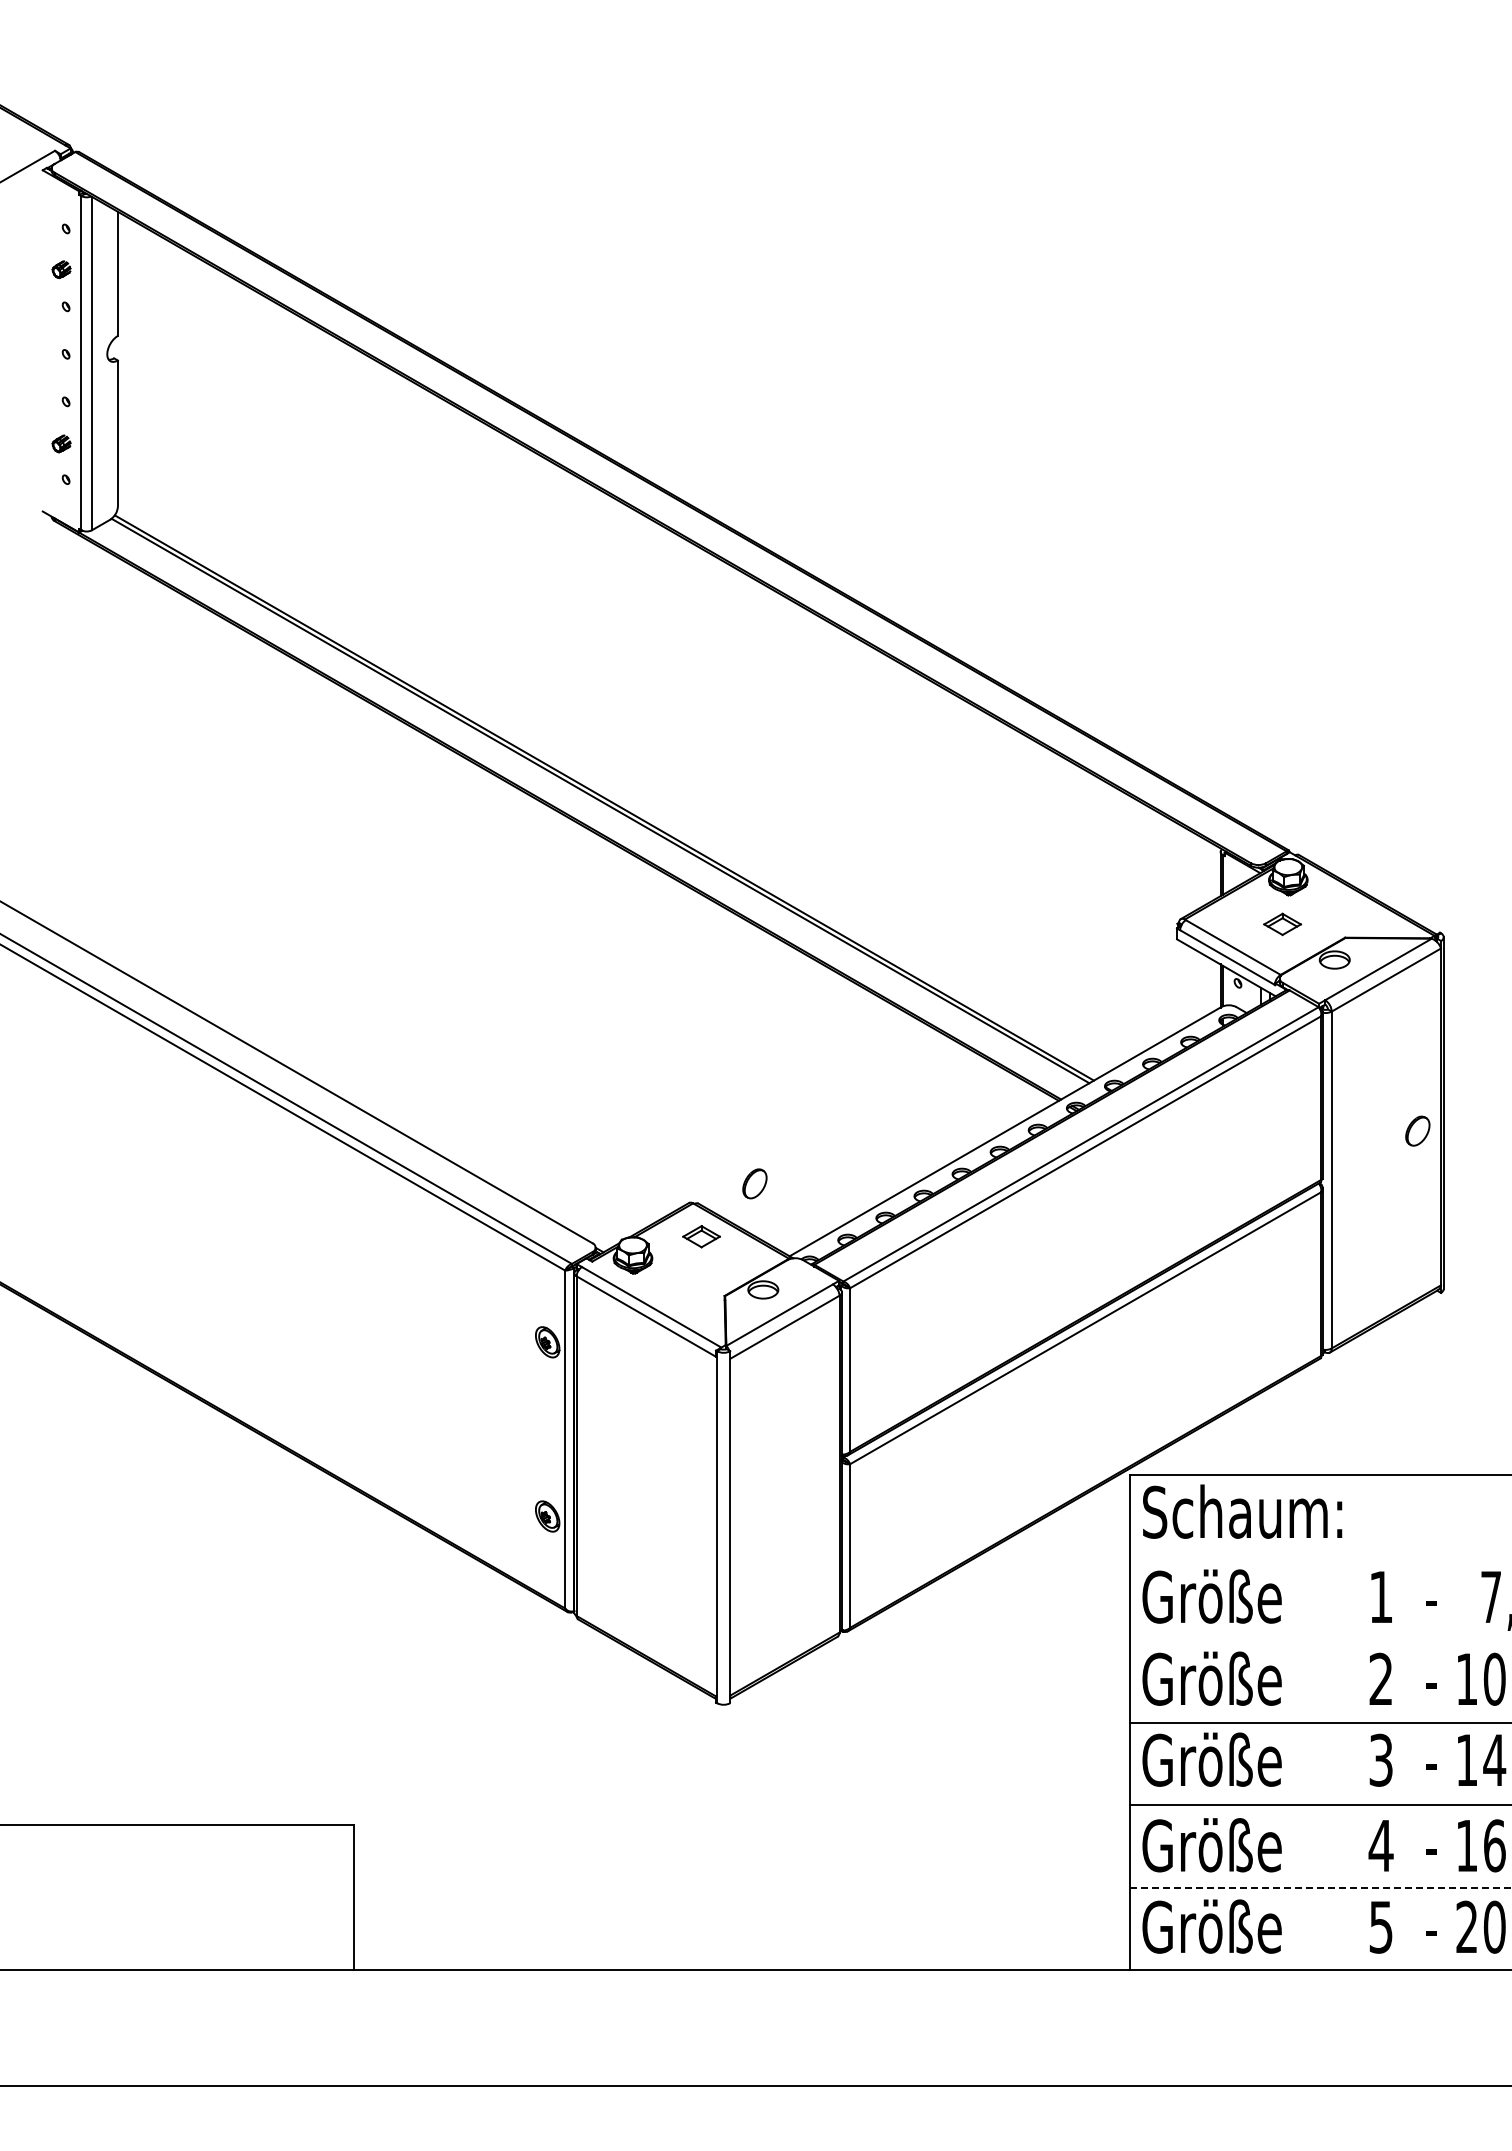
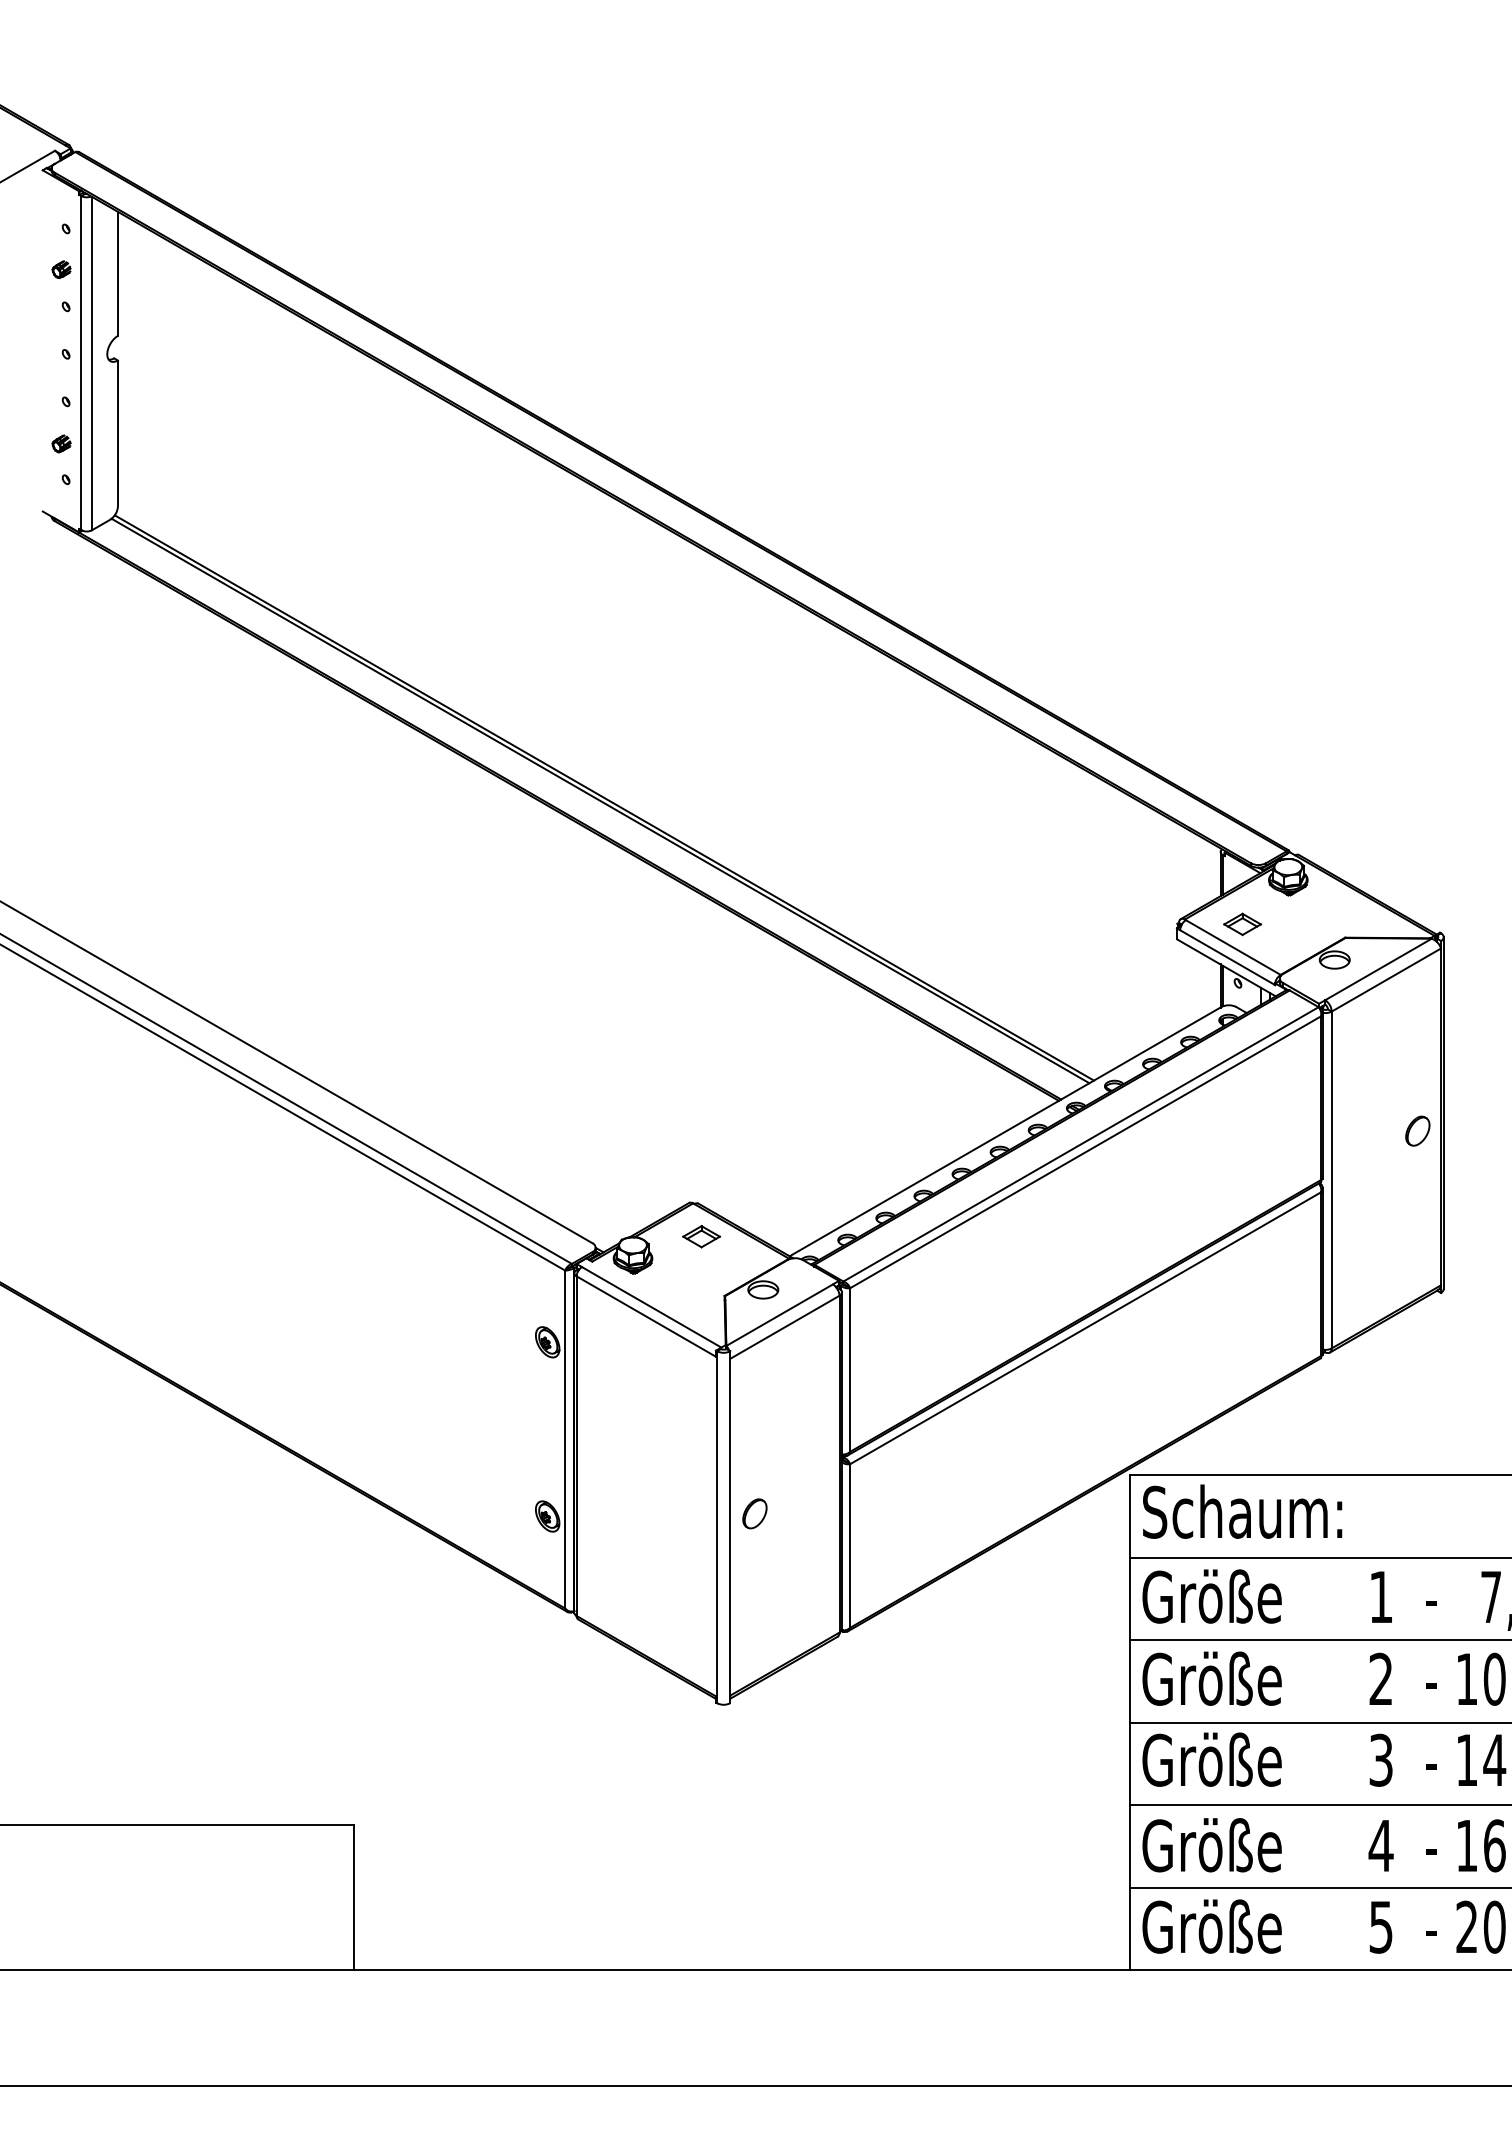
part at (1282, 924) position: (1282, 924) -> (1242, 924)
part at (754, 1183) position: (754, 1183) -> (754, 1513)
line at (1319, 1557): none -> present
line at (1319, 1640): none -> present
line at (1321, 1887): dashed -> solid
